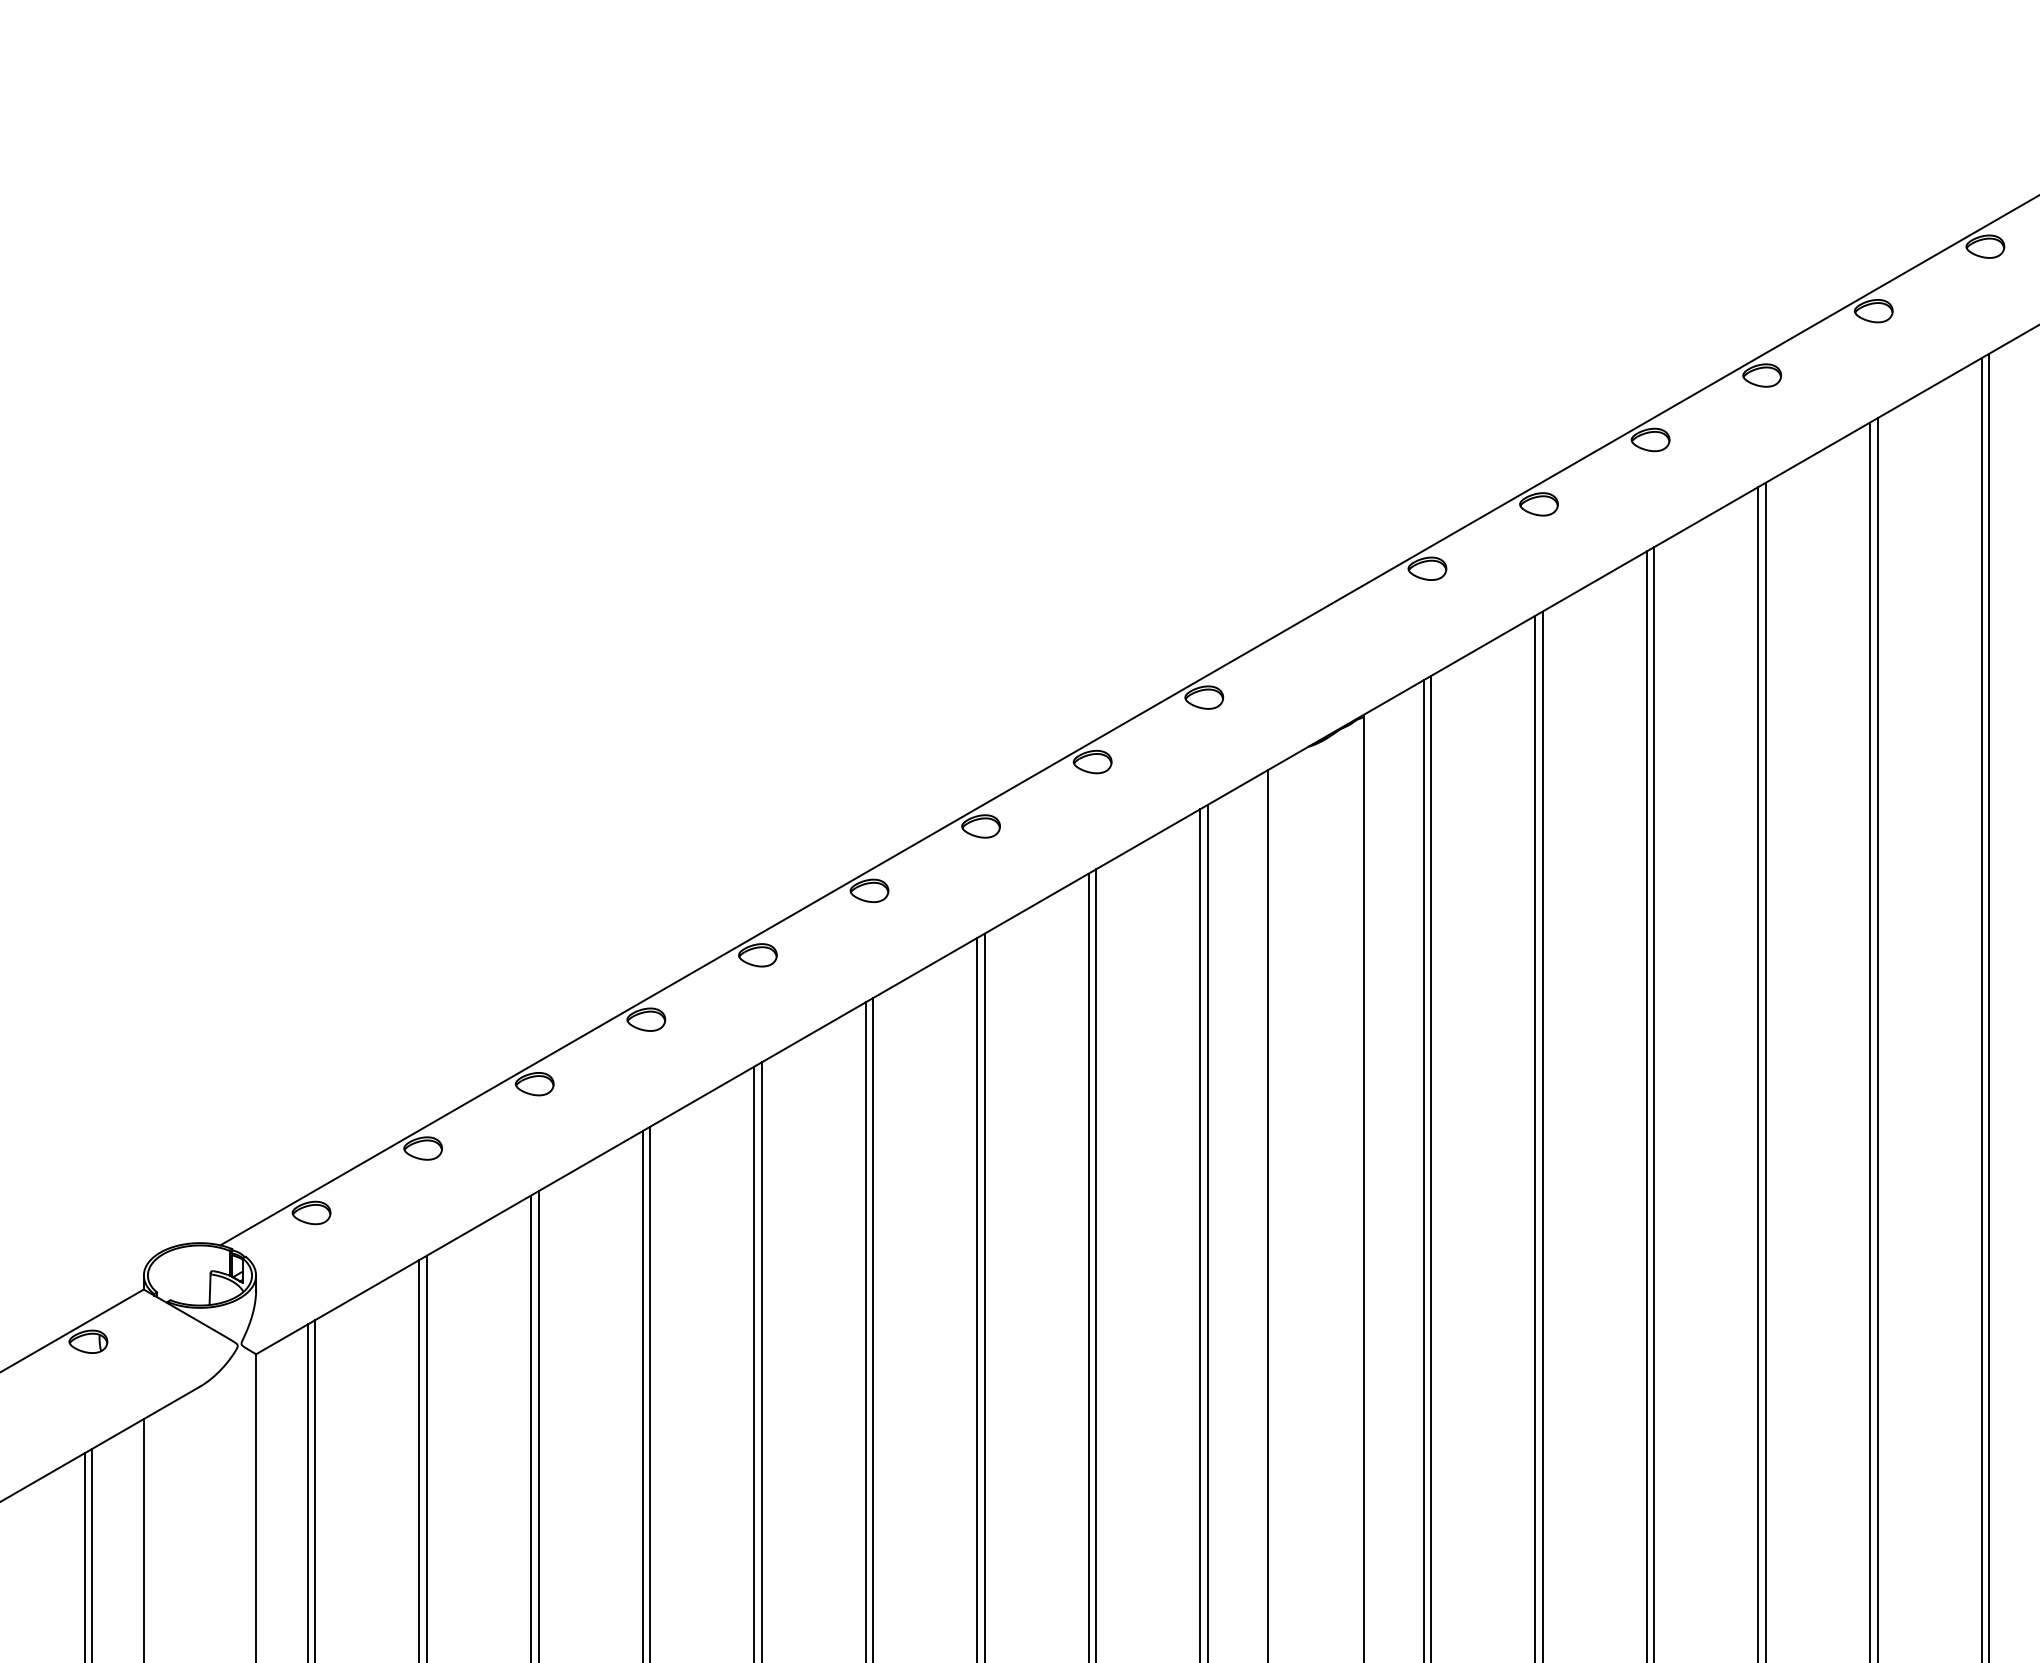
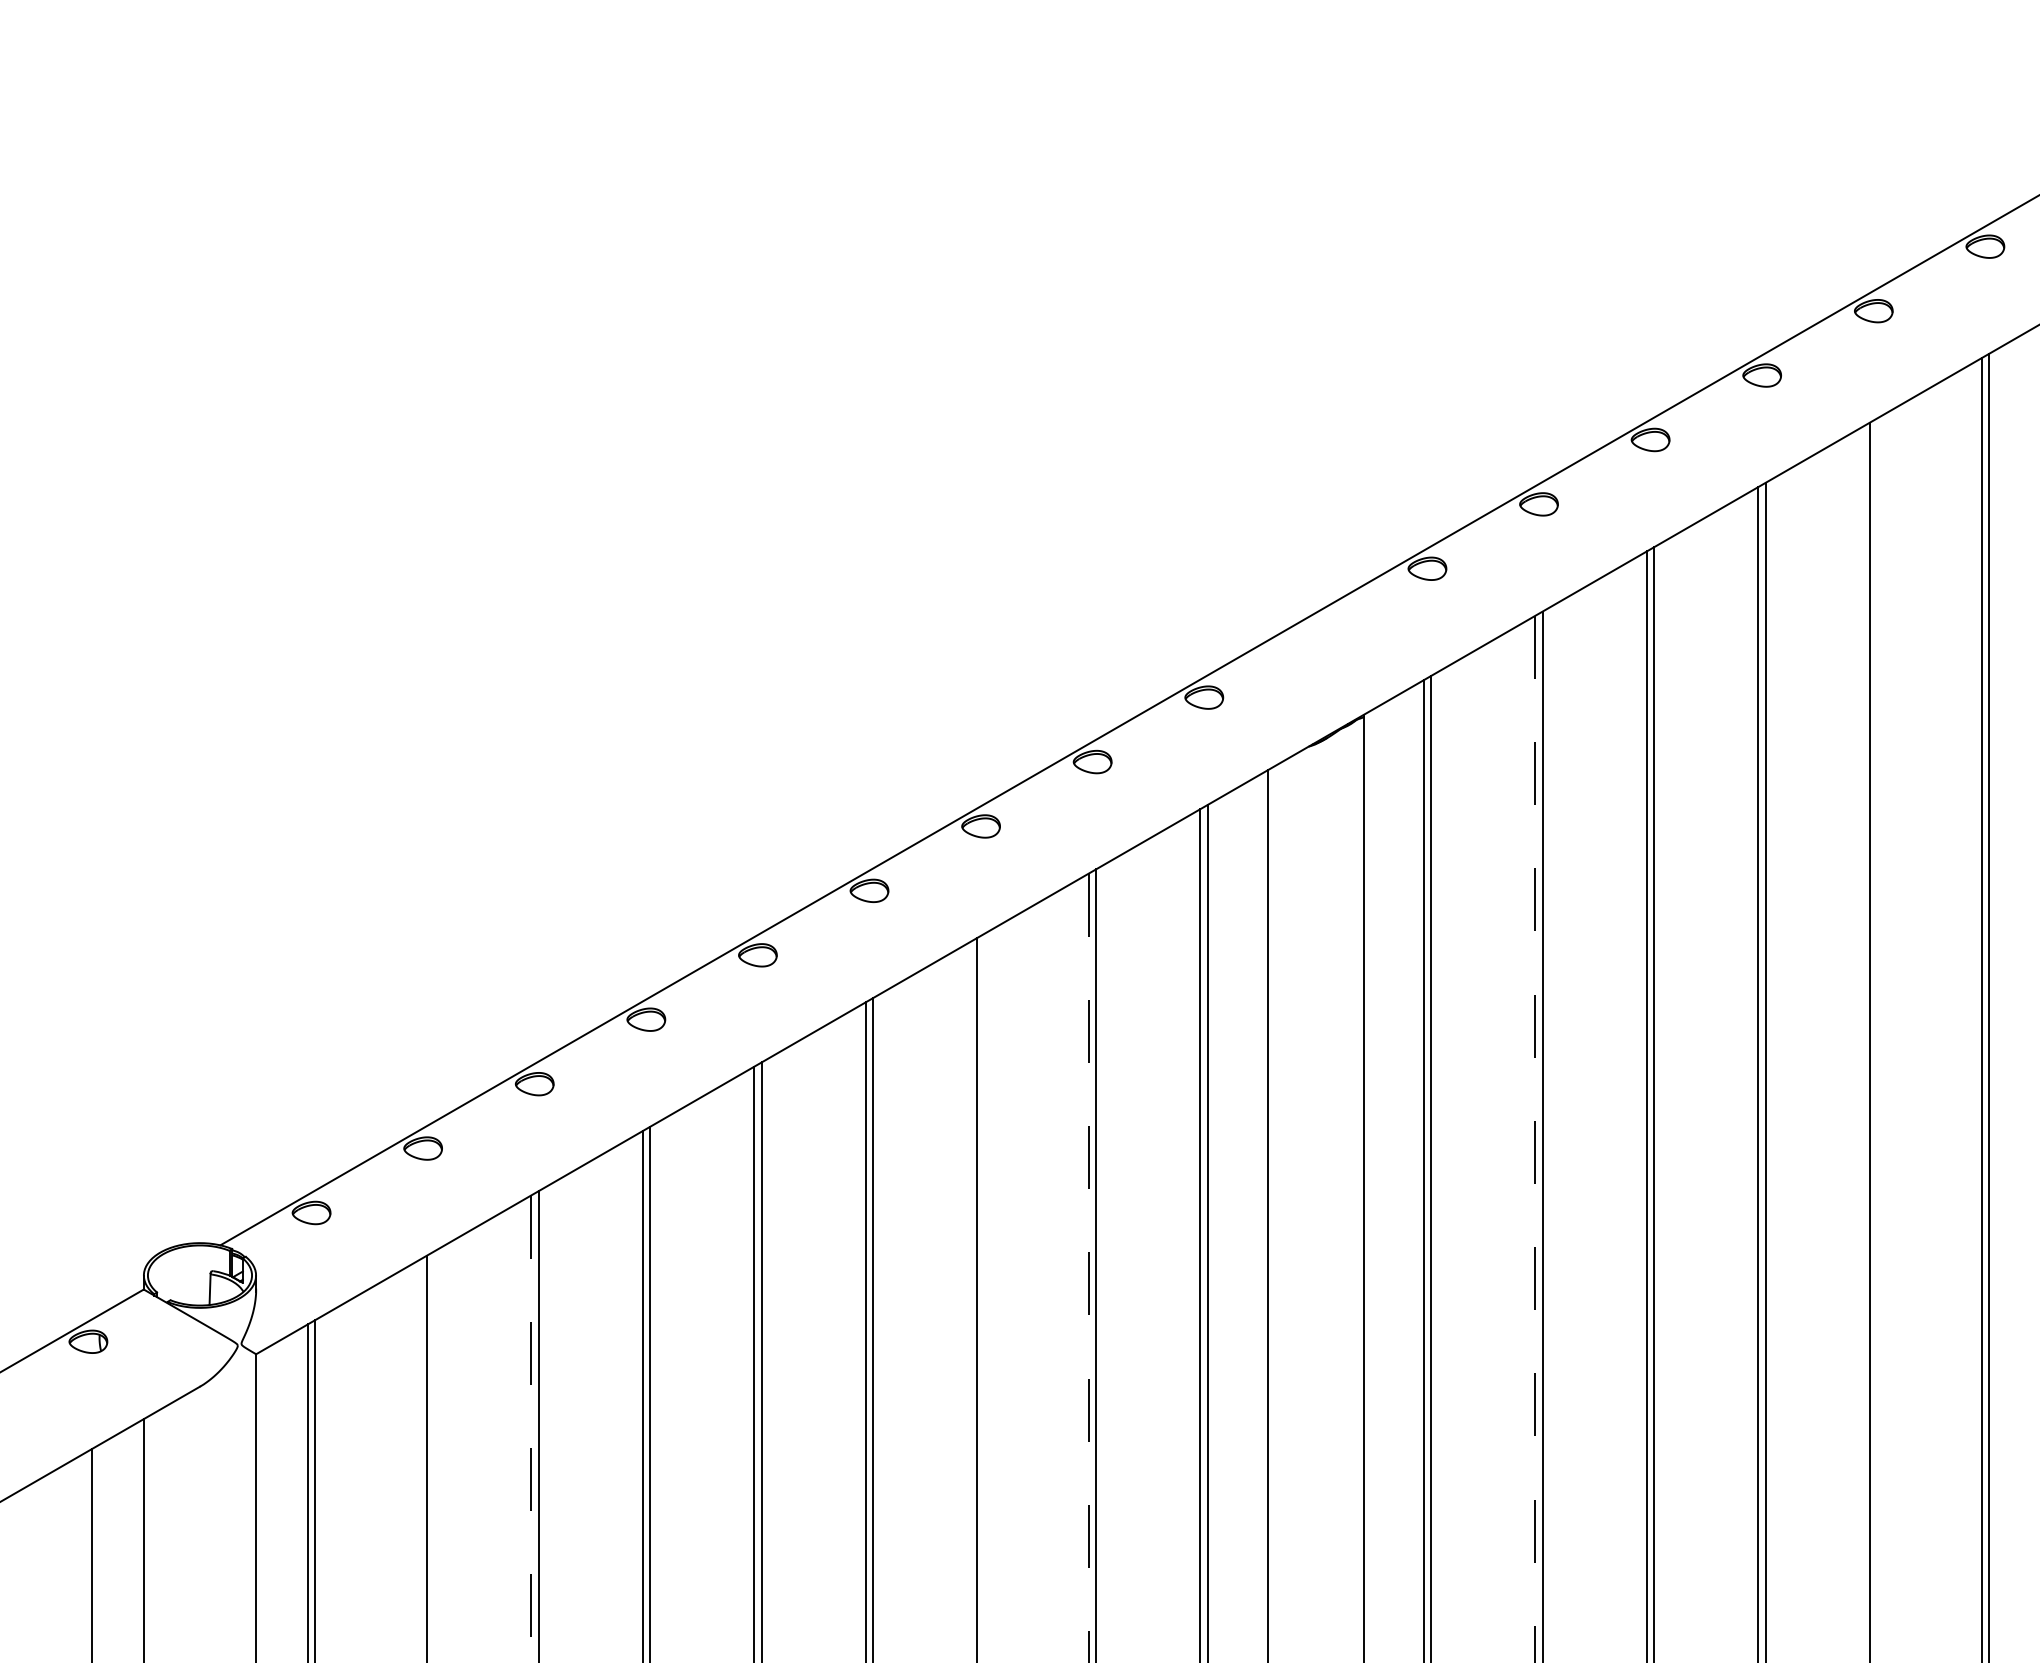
line at (1877, 1038): present -> none
line at (1535, 1139): solid -> dashed
line at (1088, 1268): solid -> dashed
line at (984, 1296): present -> none
line at (530, 1429): solid -> dashed
line at (419, 1459): present -> none
line at (84, 1556): present -> none
